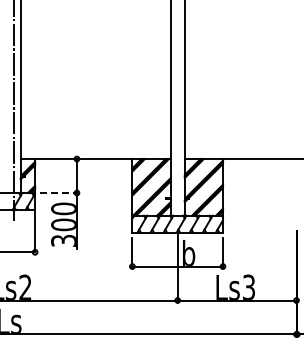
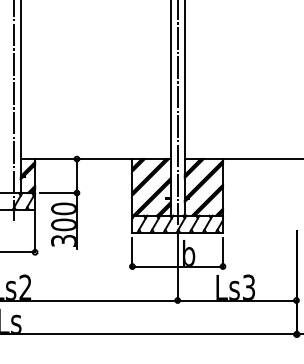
line at (177, 113): none -> present
line at (58, 193): dashed -> solid
